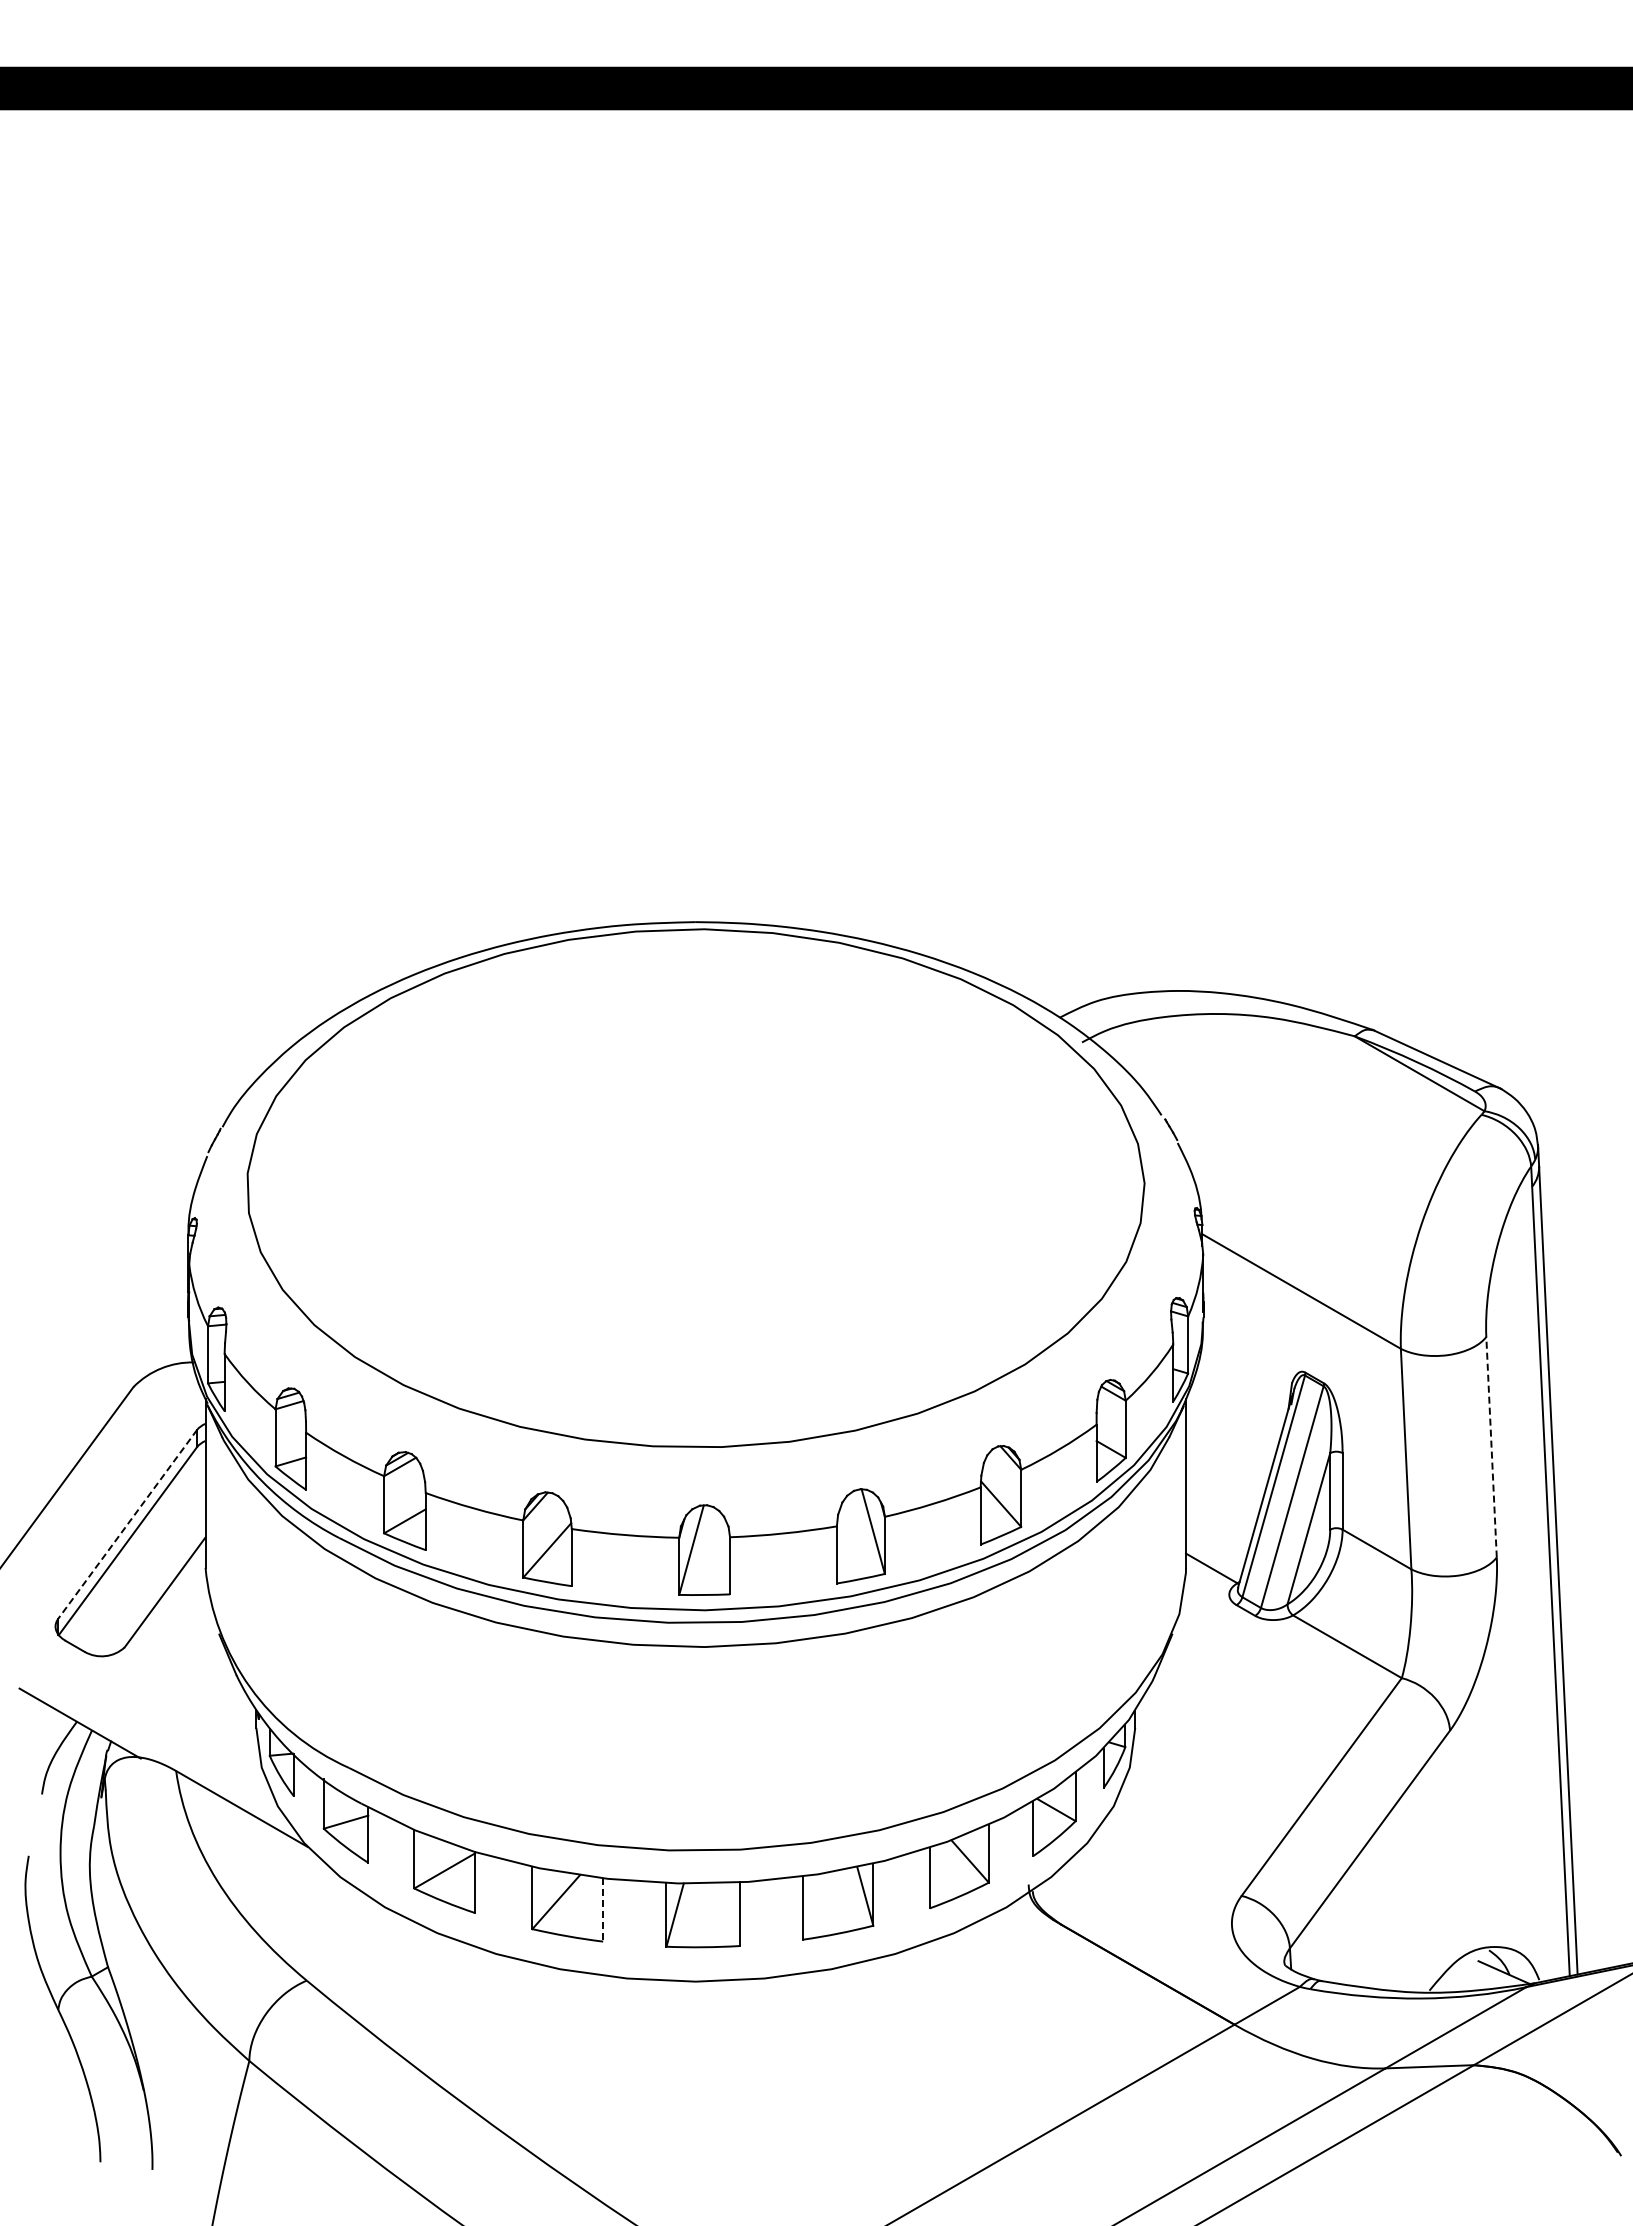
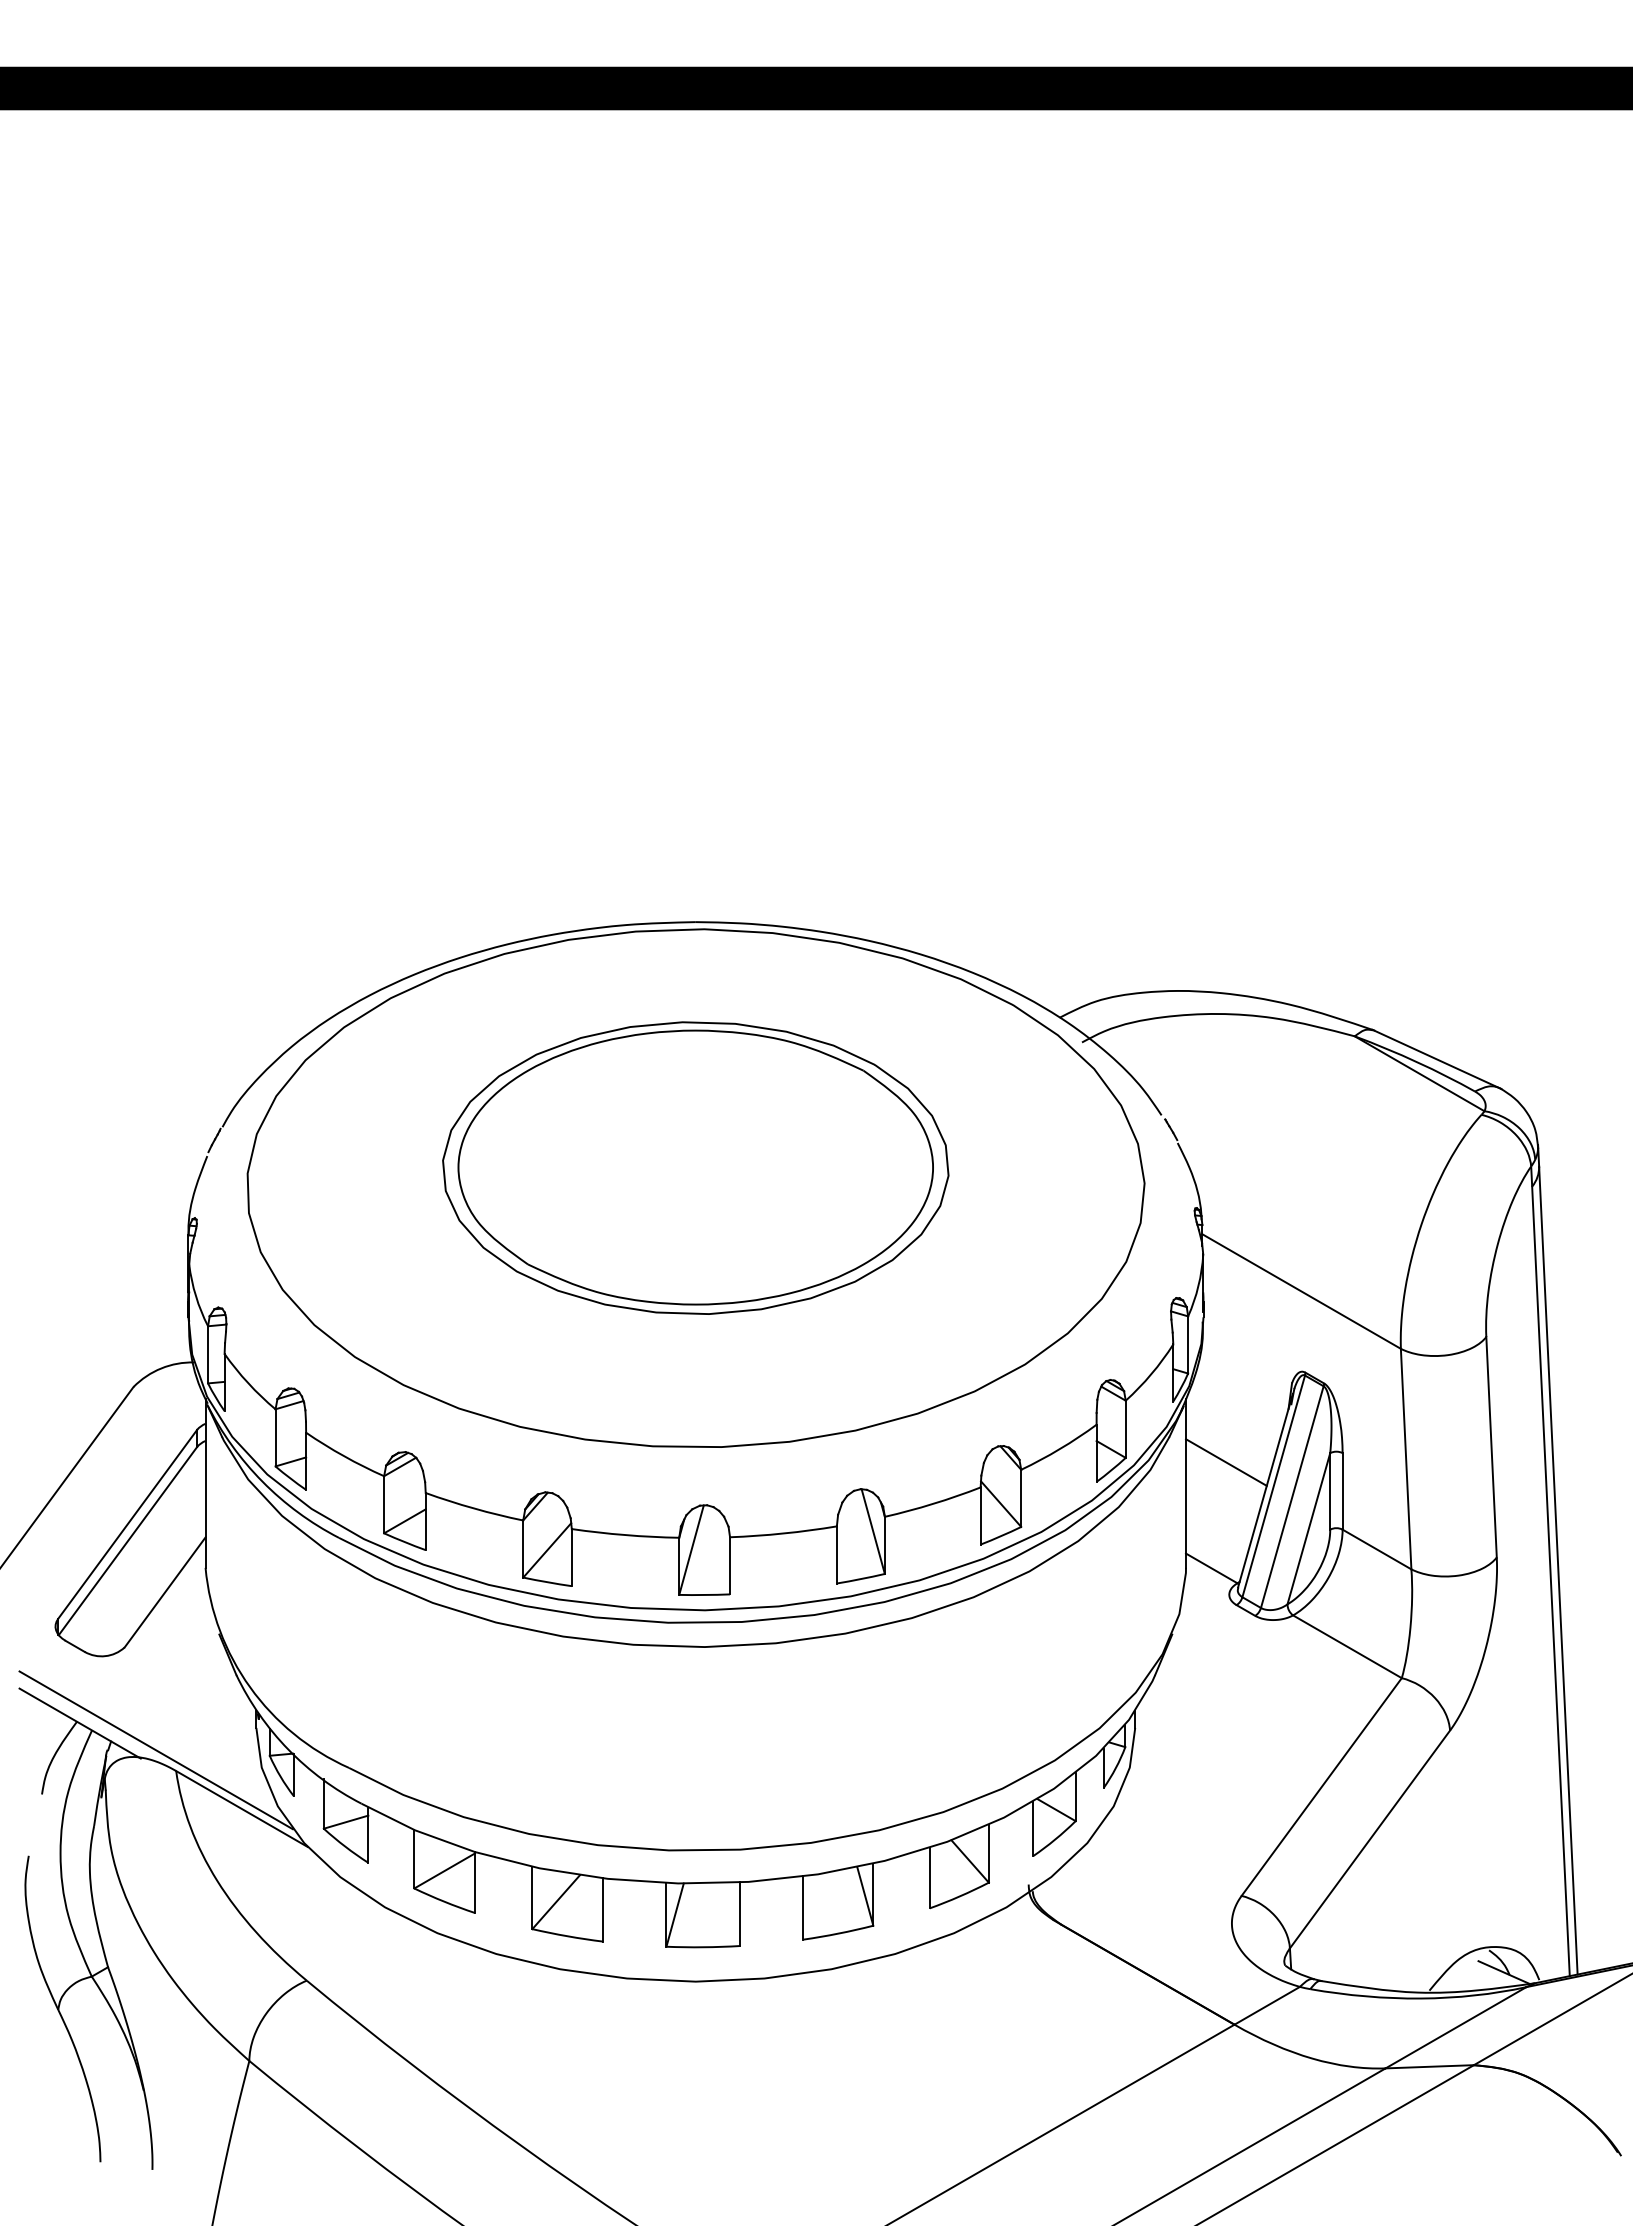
part at (695, 1167): none -> present
line at (1491, 1446): dashed -> solid
line at (1226, 1462): none -> present
line at (127, 1524): dashed -> solid
line at (155, 1750): none -> present
line at (603, 1909): dashed -> solid
